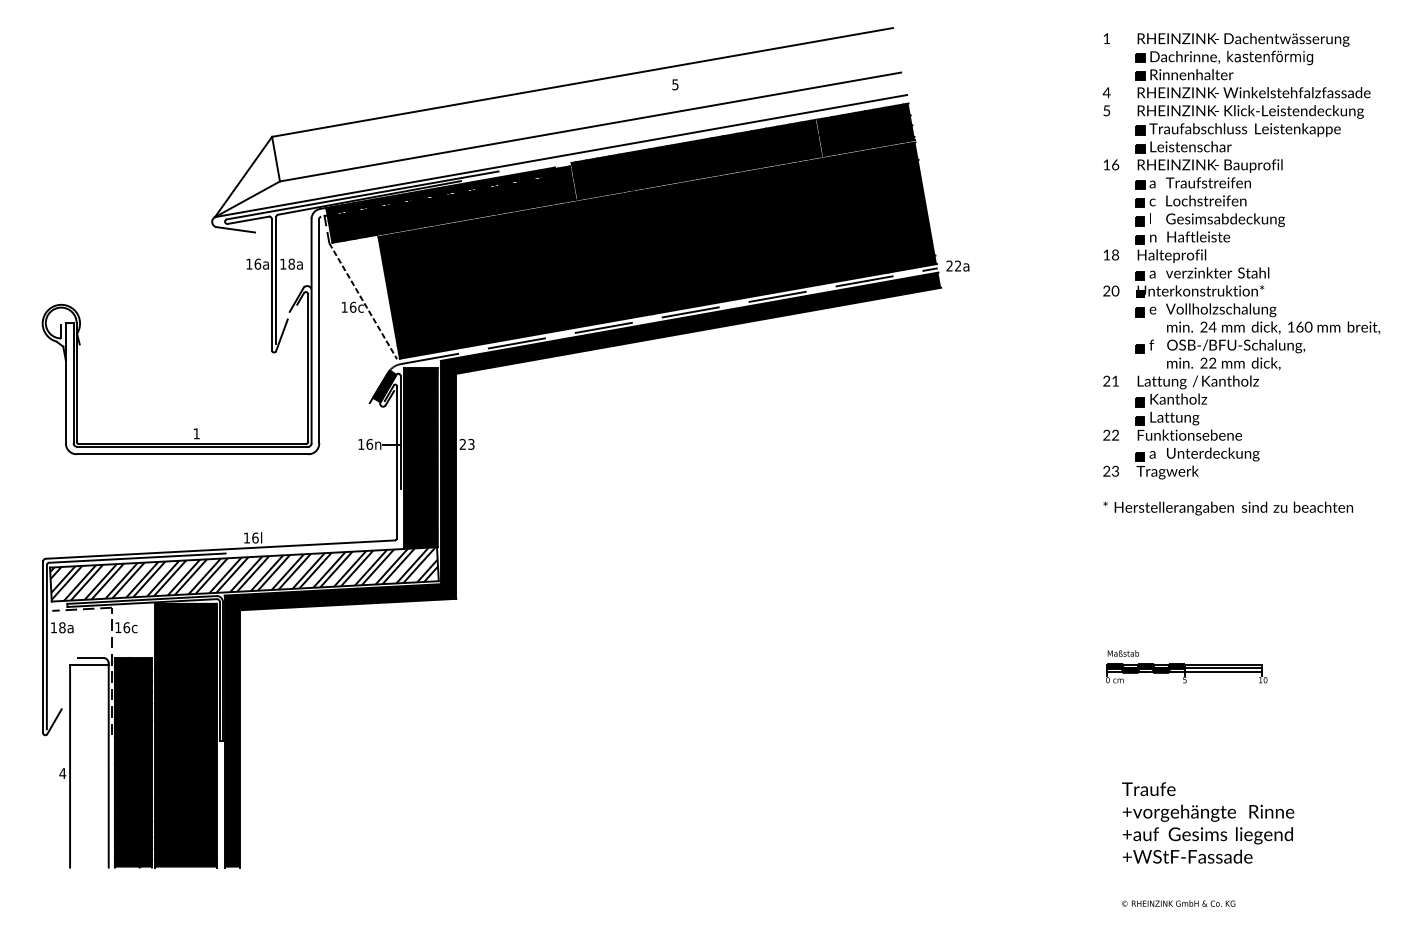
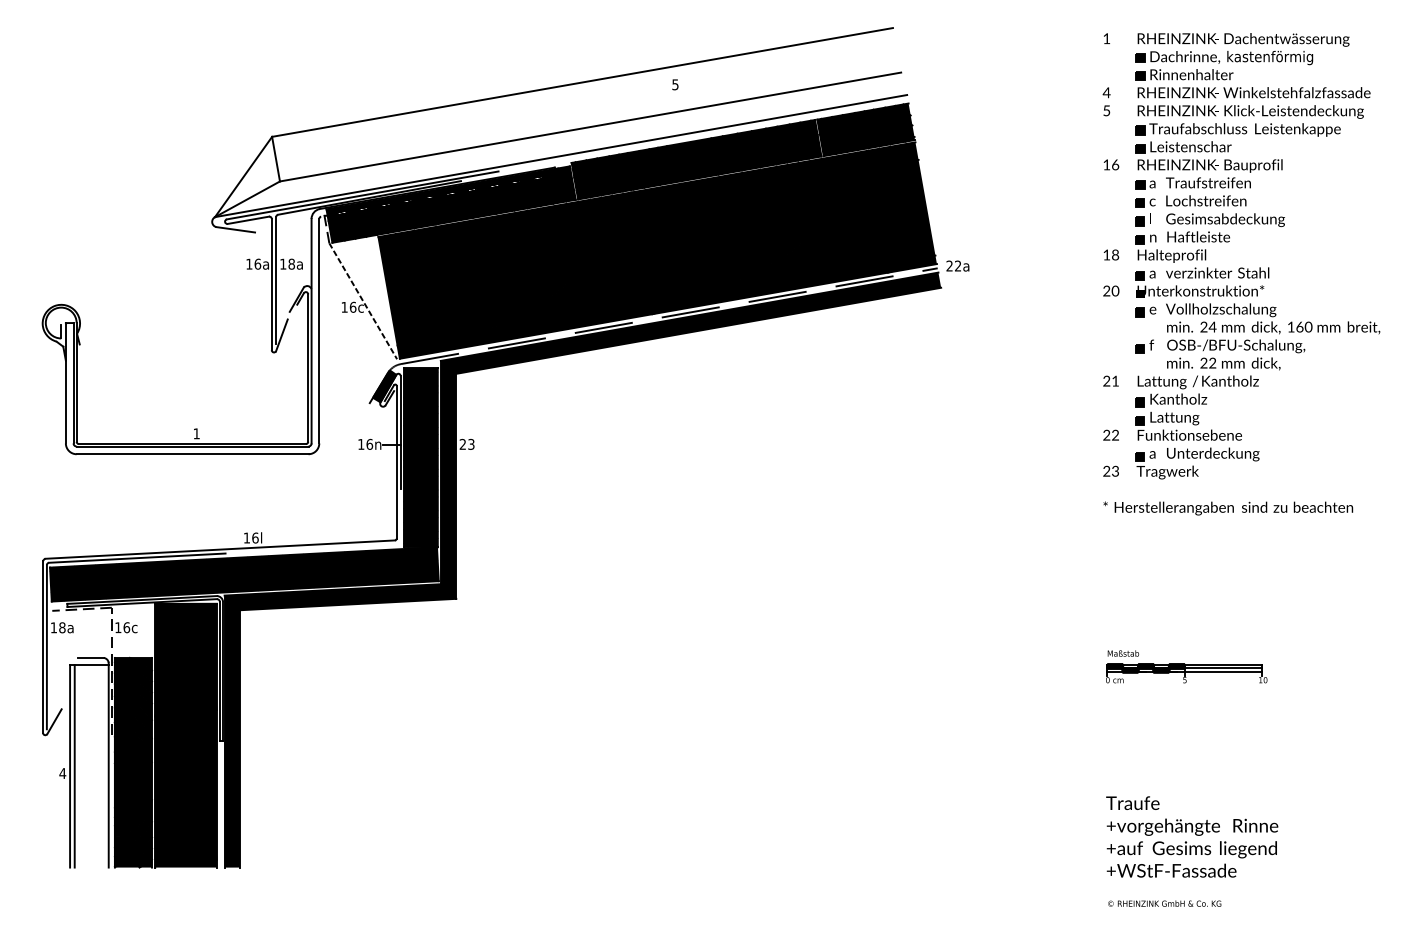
fill at (244, 574): none -> present
line at (74, 765): none -> present
text at (1208, 822) position: (1208, 822) -> (1192, 836)
text at (1178, 903) position: (1178, 903) -> (1164, 903)
